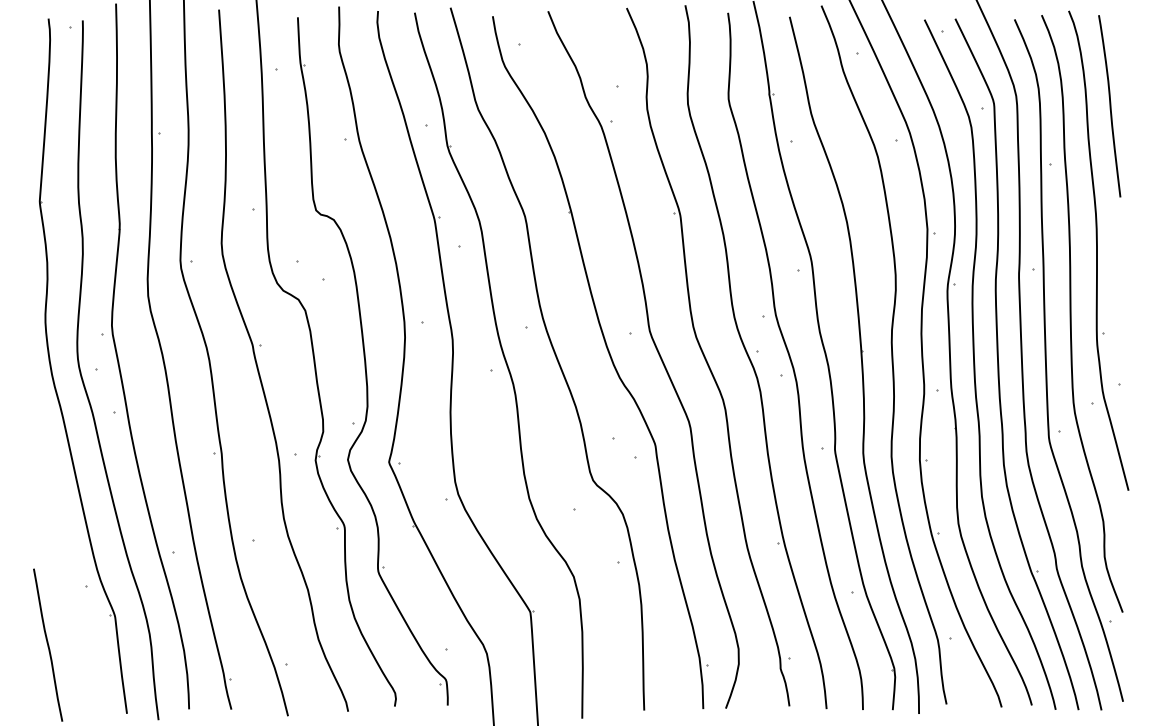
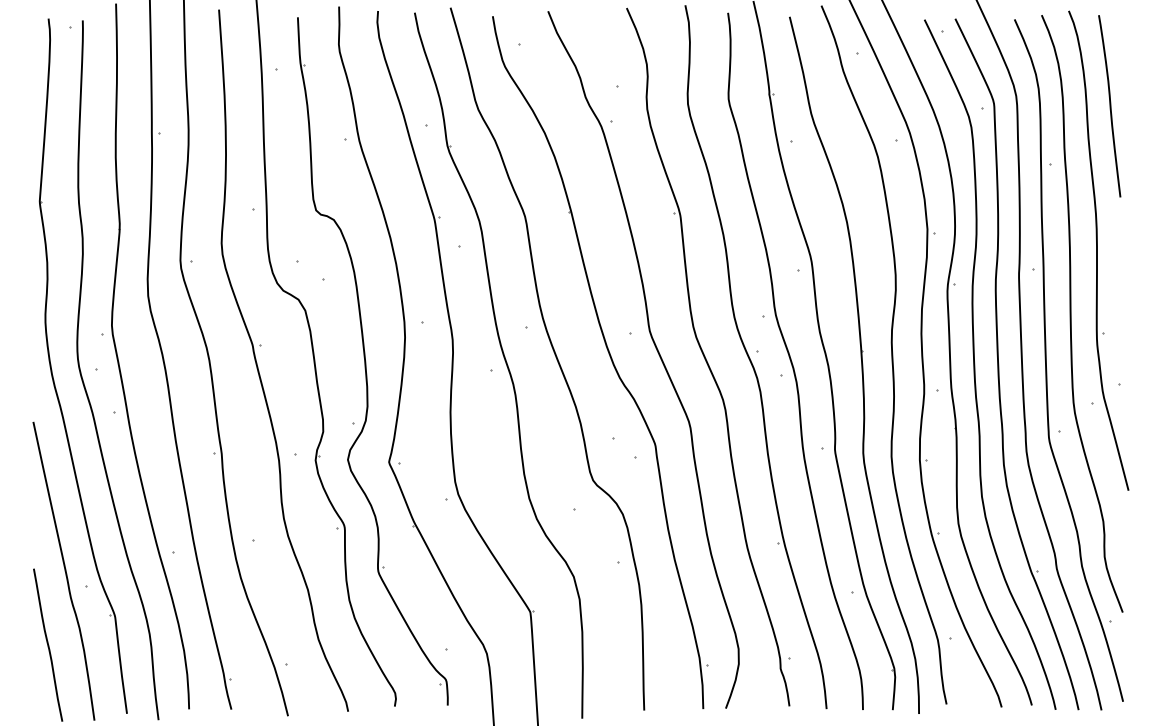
curve at (64, 570): none -> present
